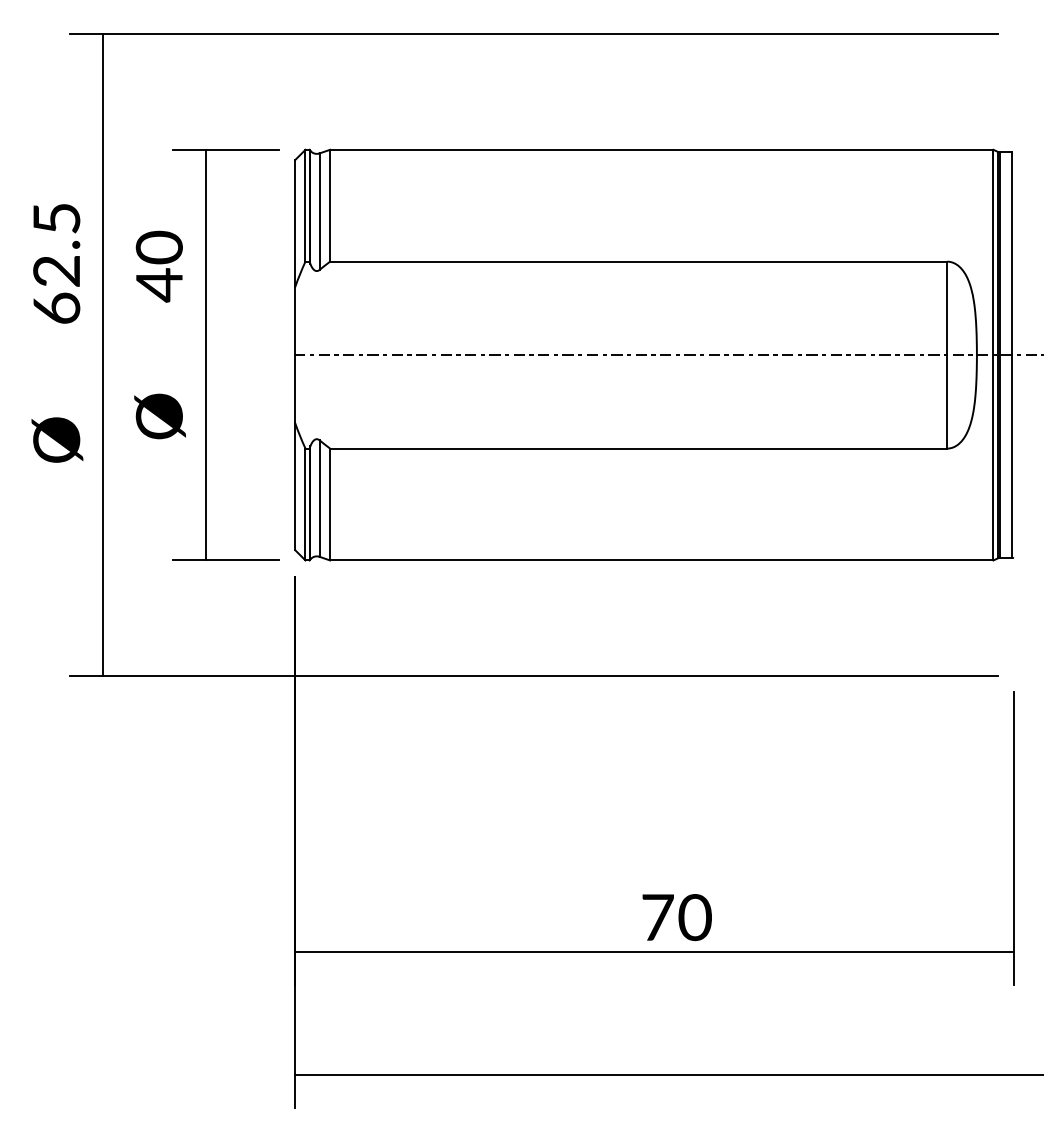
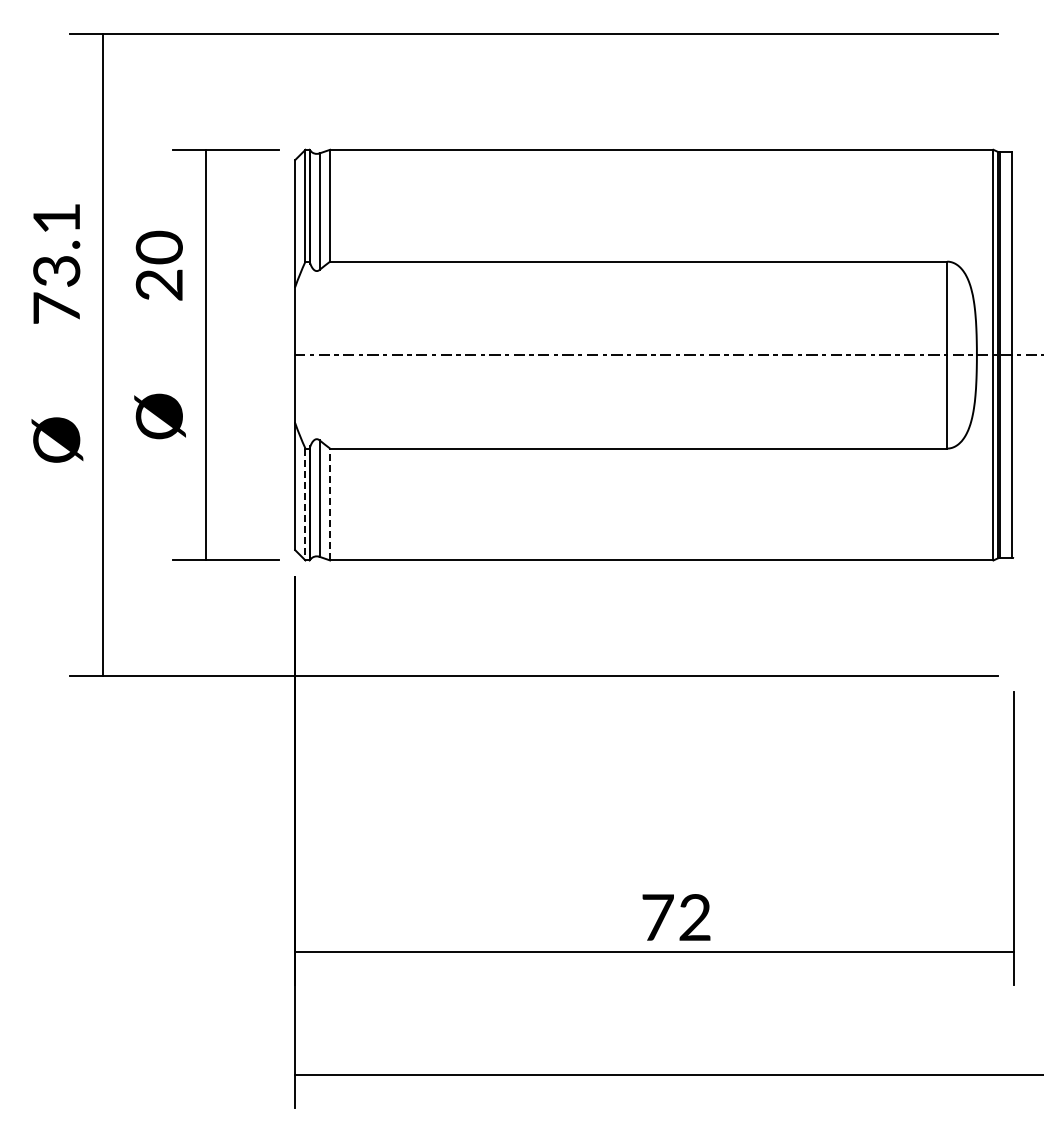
text at (56, 263): 62.5 -> 73.1
text at (158, 285): 40 -> 20
line at (305, 504): solid -> dashed
line at (330, 504): solid -> dashed
text at (694, 917): 70 -> 72
